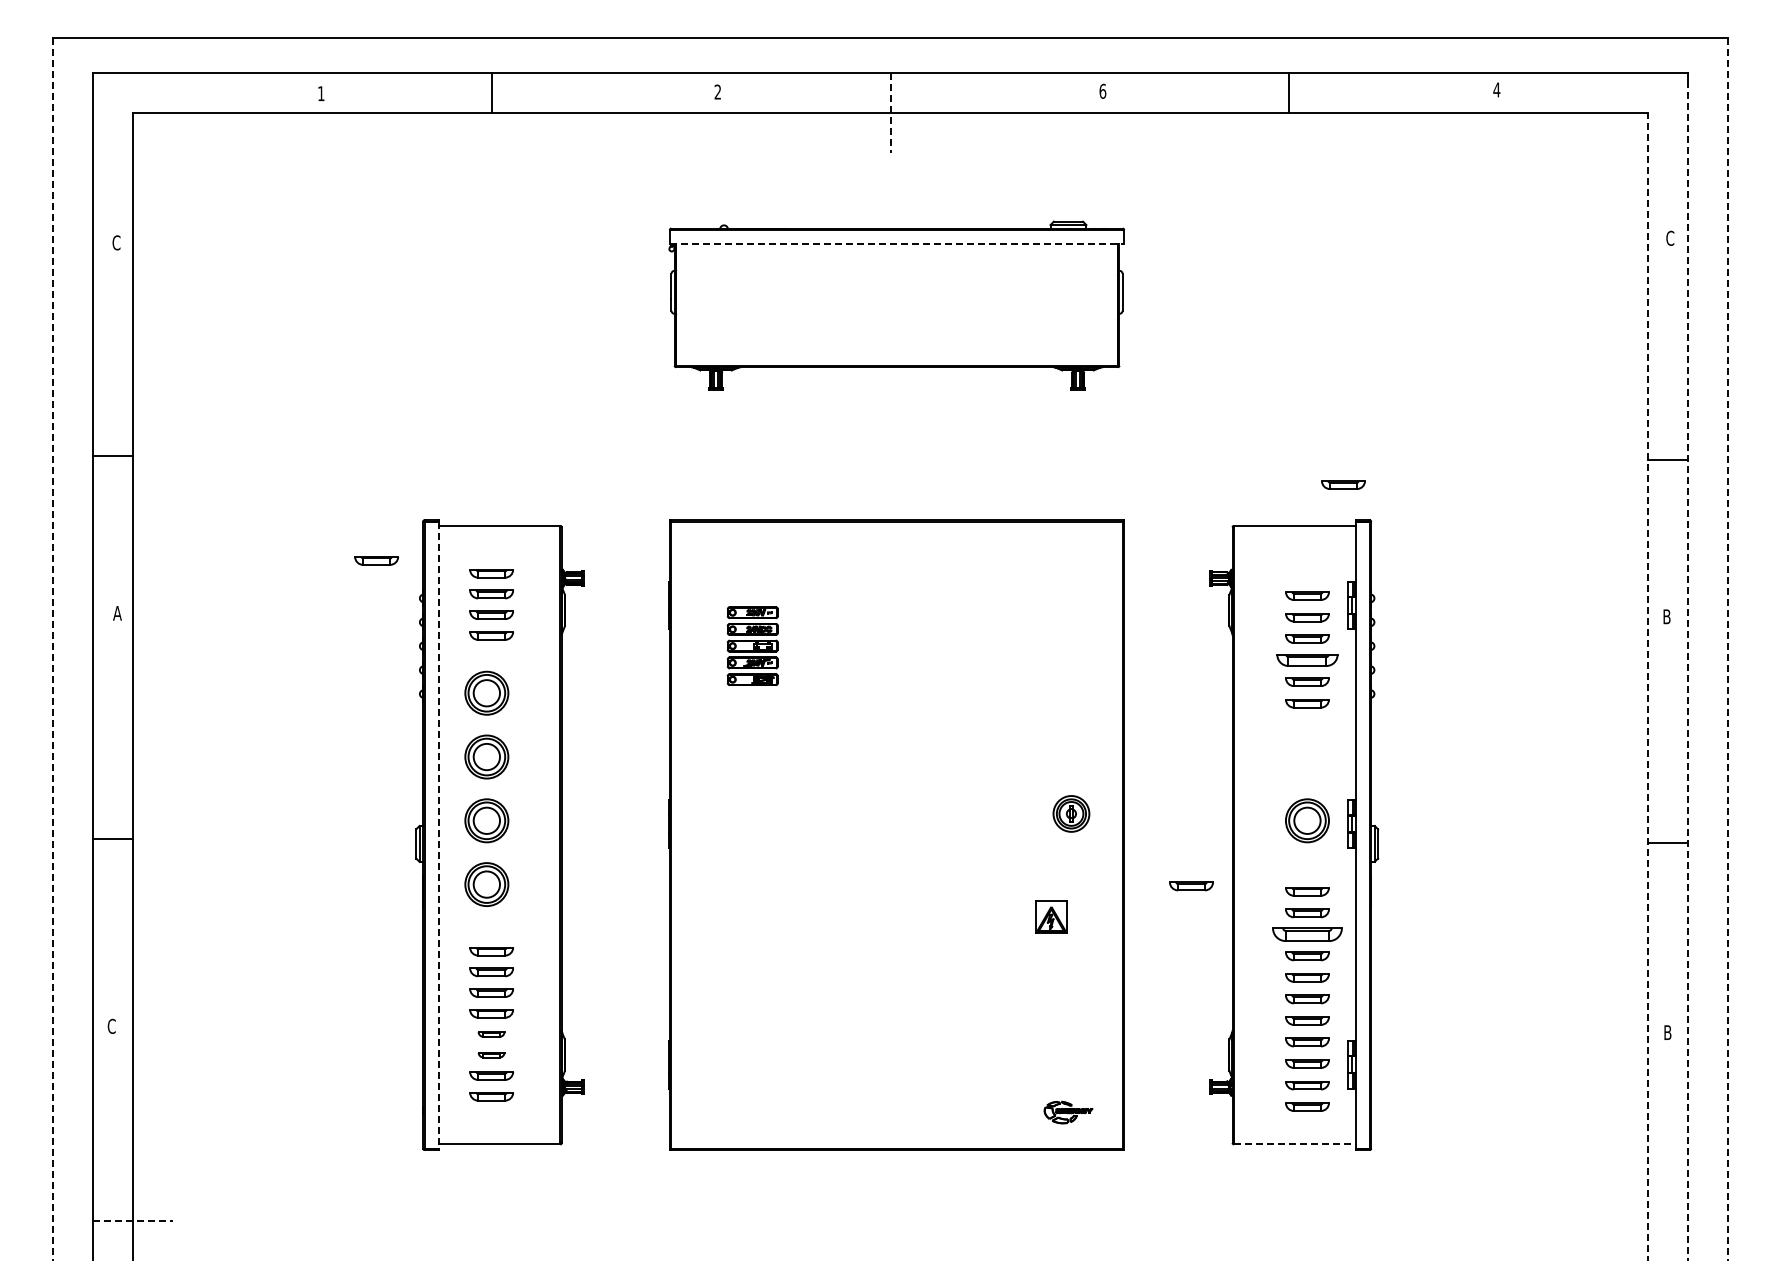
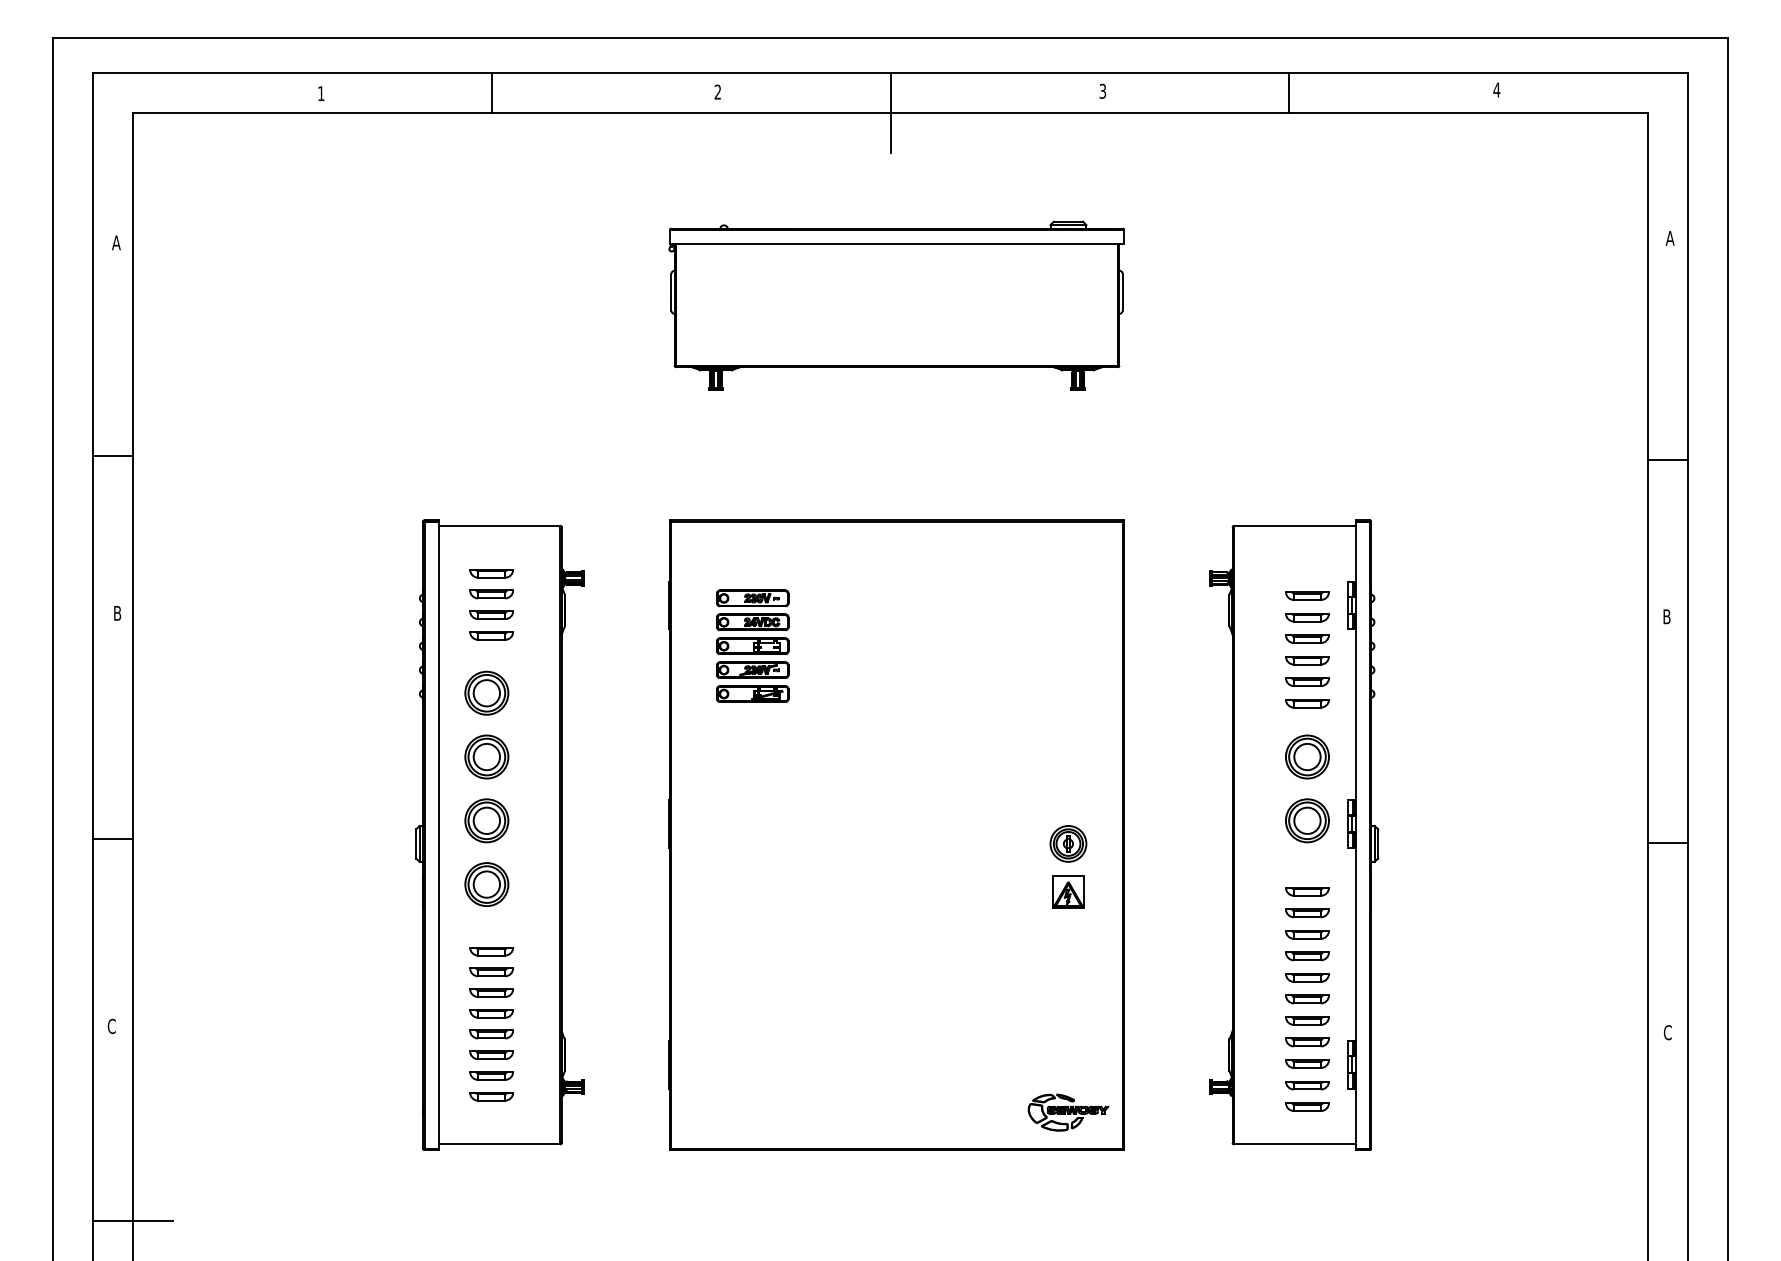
text at (1102, 90): 6 -> 3
line at (890, 113): dashed -> solid
text at (1669, 237): C -> A
text at (116, 242): C -> A
line at (897, 244): dashed -> solid
part at (1343, 484): present -> none
part at (376, 560): present -> none
text at (117, 613): A -> B
part at (752, 645) size: 53x80 px -> 74x114 px
line at (53, 649): dashed -> solid
line at (1727, 649): dashed -> solid
part at (1307, 660) size: 63x13 px -> 45x10 px
line at (1687, 670): dashed -> solid
line at (1647, 687): dashed -> solid
part at (1307, 756): none -> present
part at (1071, 813) position: (1071, 813) -> (1068, 843)
line at (438, 835): dashed -> solid
part at (1191, 886): present -> none
part at (1051, 916) position: (1051, 916) -> (1068, 891)
part at (1307, 934) size: 71x15 px -> 45x10 px
text at (1667, 1032): B -> C
part at (491, 1034) size: 29x7 px -> 45x11 px
part at (491, 1055) size: 29x7 px -> 45x10 px
part at (1068, 1112) size: 51x25 px -> 83x39 px
line at (1294, 1144): dashed -> solid
line at (133, 1221): dashed -> solid
